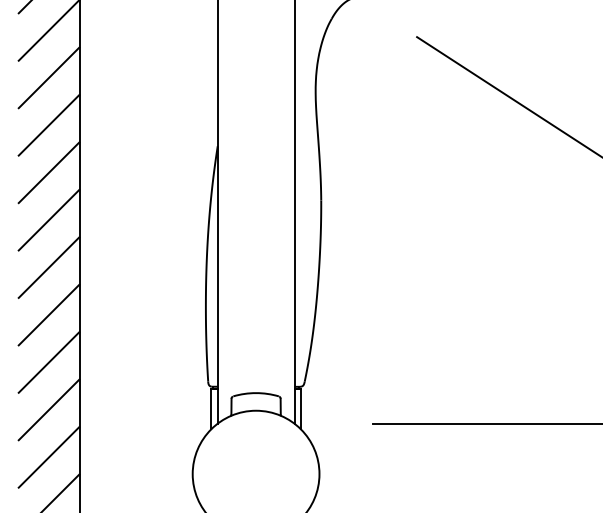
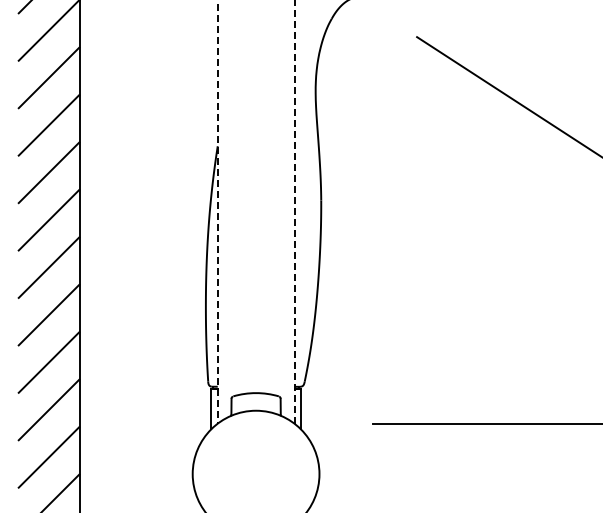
line at (217, 212): solid -> dashed
line at (294, 212): solid -> dashed
